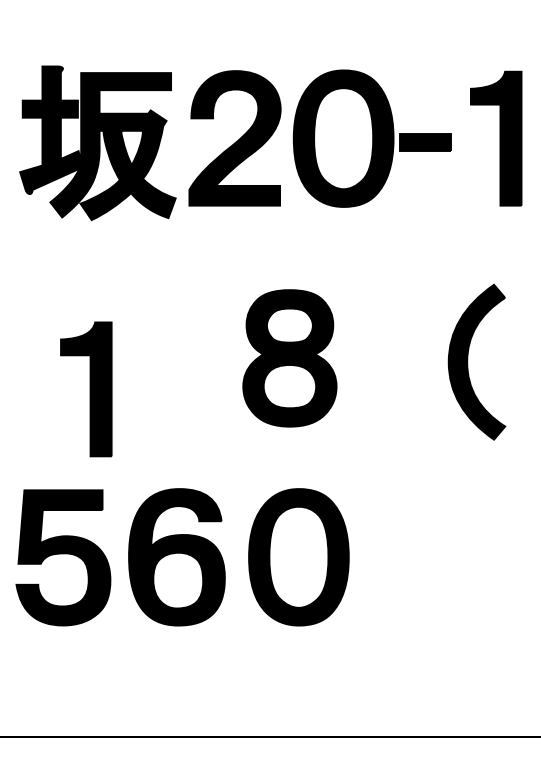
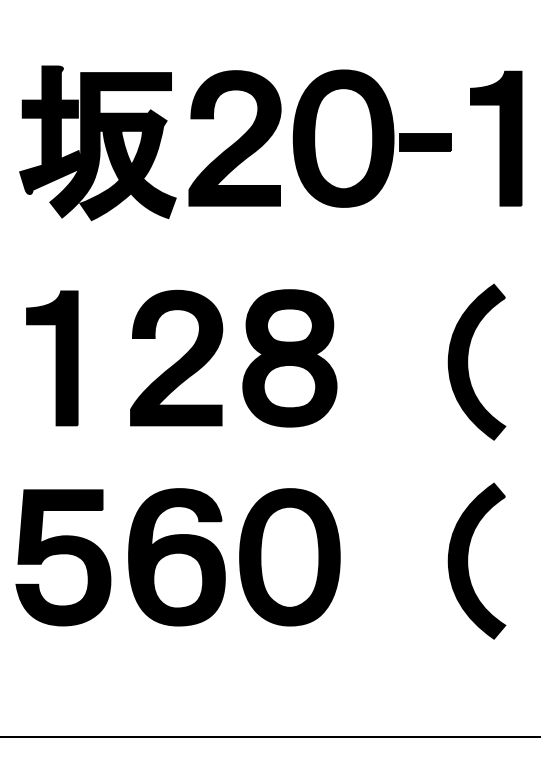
part at (176, 357): none -> present
part at (86, 389) position: (86, 389) -> (52, 358)
part at (298, 557) position: (298, 557) -> (289, 557)
part at (468, 560): none -> present
